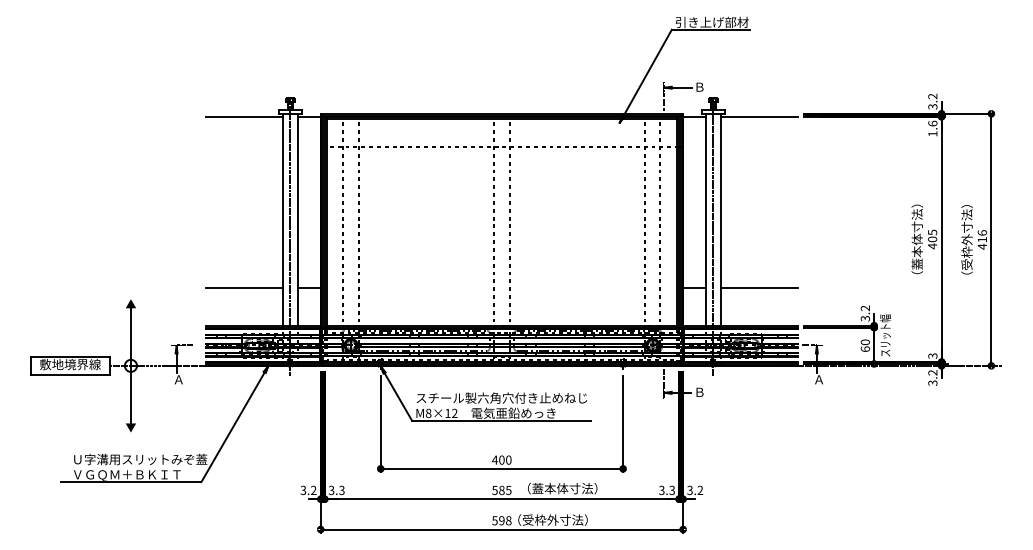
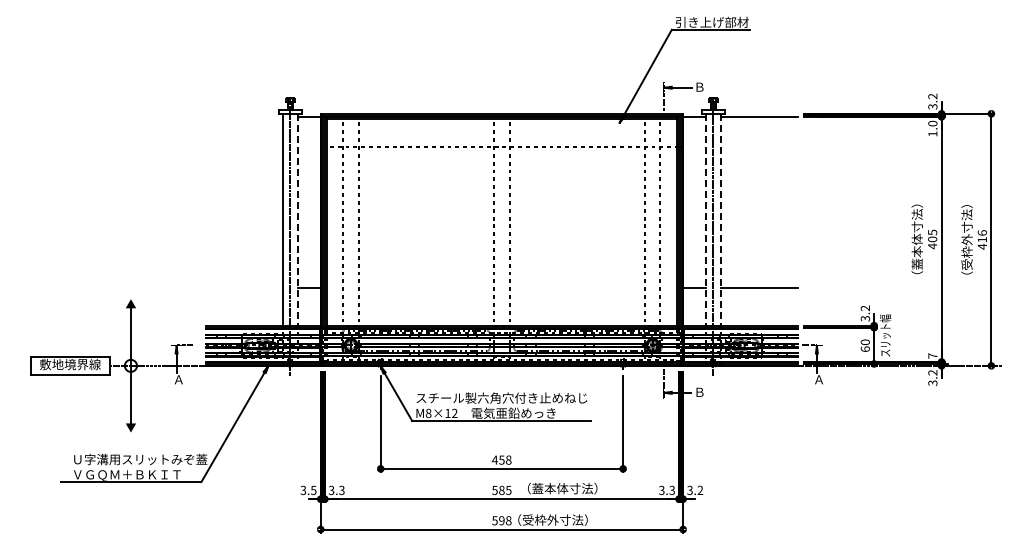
line at (243, 116): present -> none
text at (932, 123): 1.6 -> 1.0
line at (298, 219): solid -> dashed
line at (705, 219): solid -> dashed
line at (721, 219): solid -> dashed
line at (243, 288): present -> none
text at (932, 355): 3 -> 7
text at (505, 459): 400 -> 458
text at (313, 490): 3.2 -> 3.5
